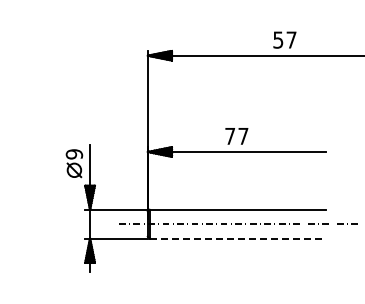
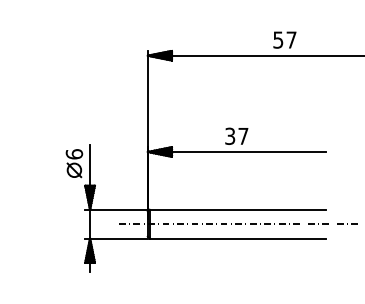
text at (230, 135): 77 -> 37
text at (74, 154): 9 -> 6
line at (238, 238): dashed -> solid
